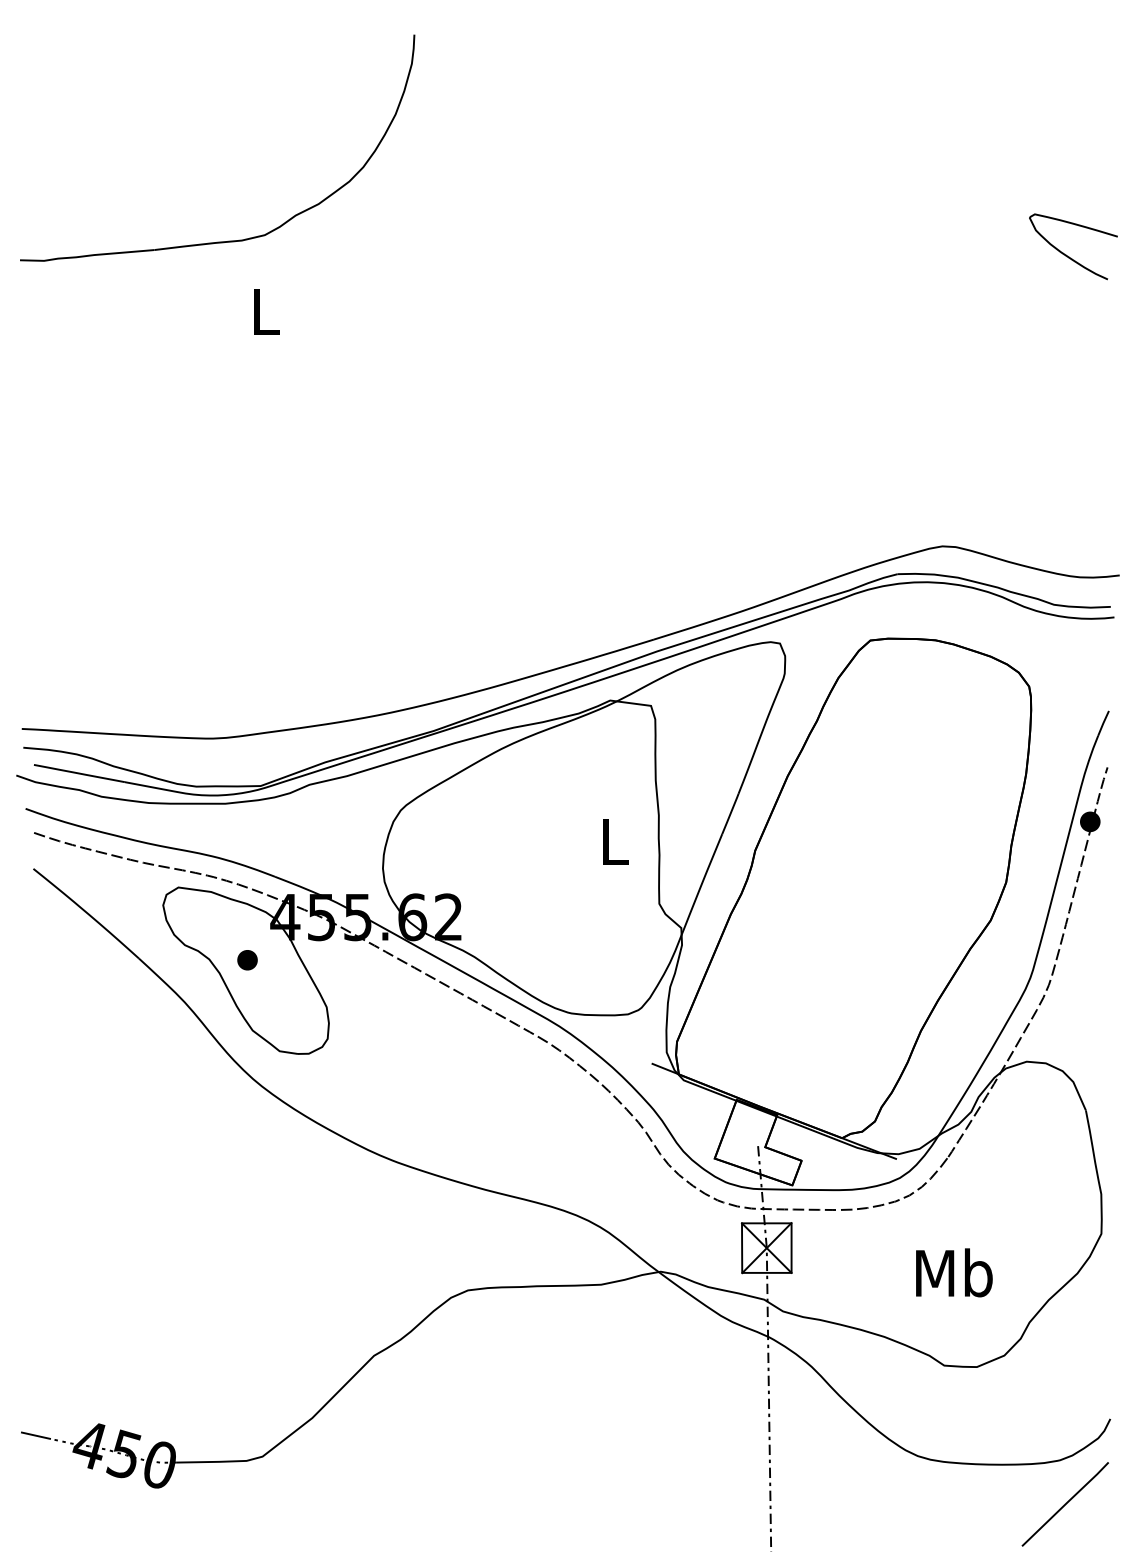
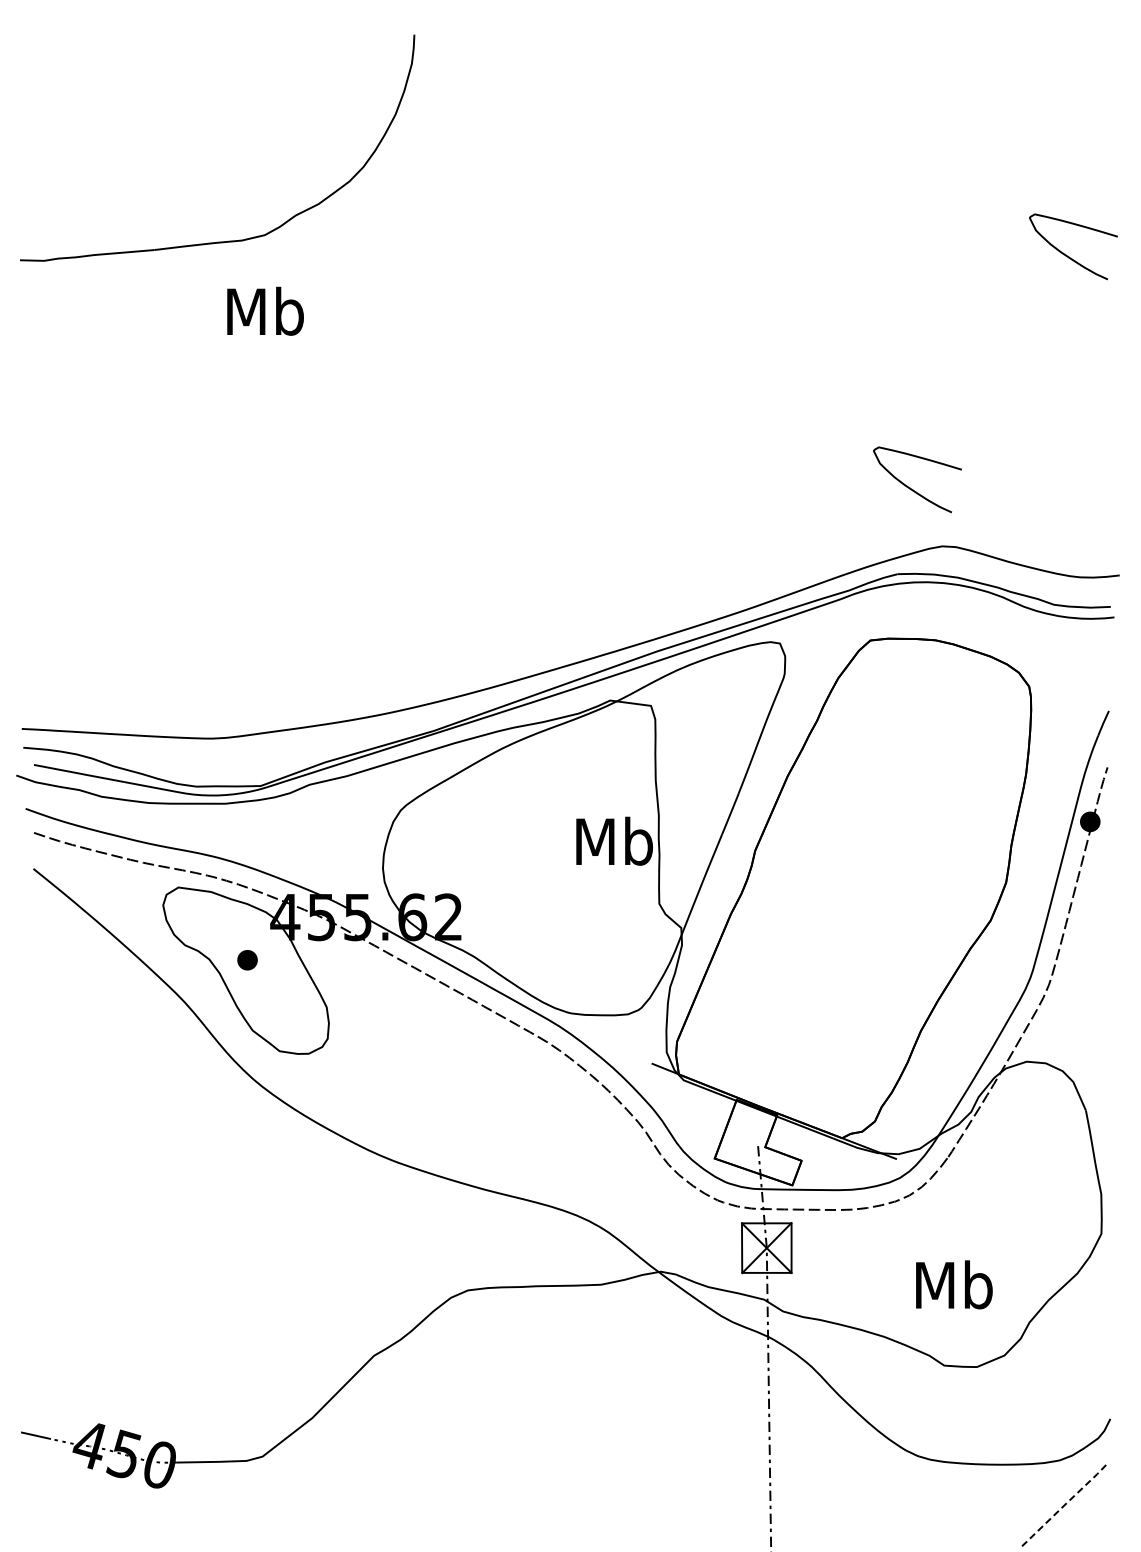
text at (265, 310): L -> Mb
curve at (910, 487): none -> present
text at (614, 840): L -> Mb
text at (954, 1272) position: (954, 1272) -> (954, 1284)
line at (1066, 1503): solid -> dashed
